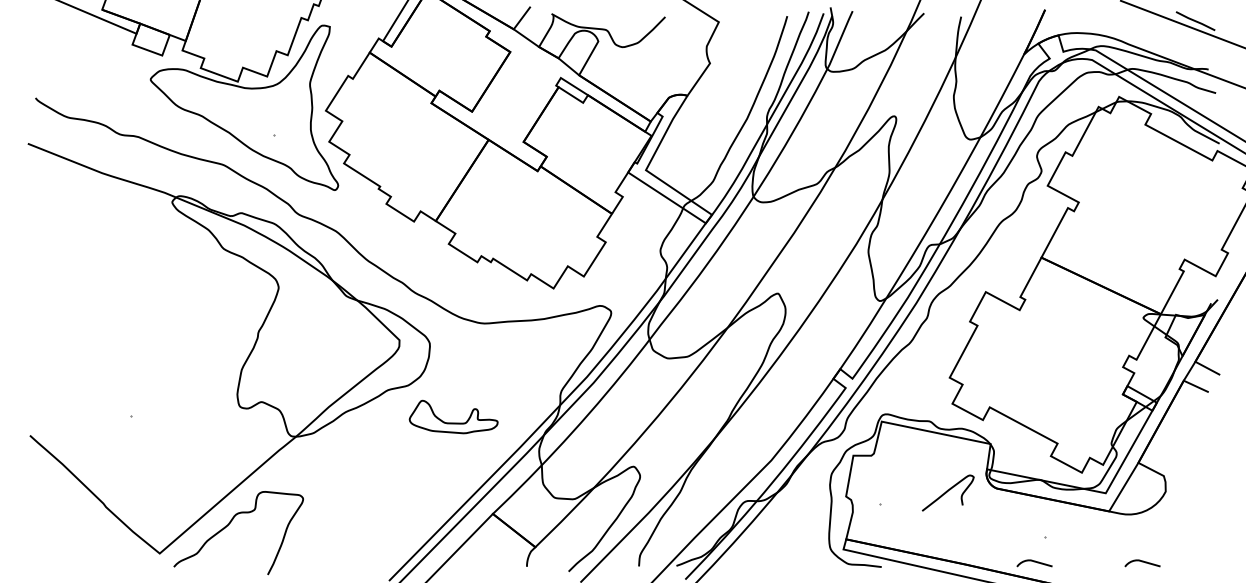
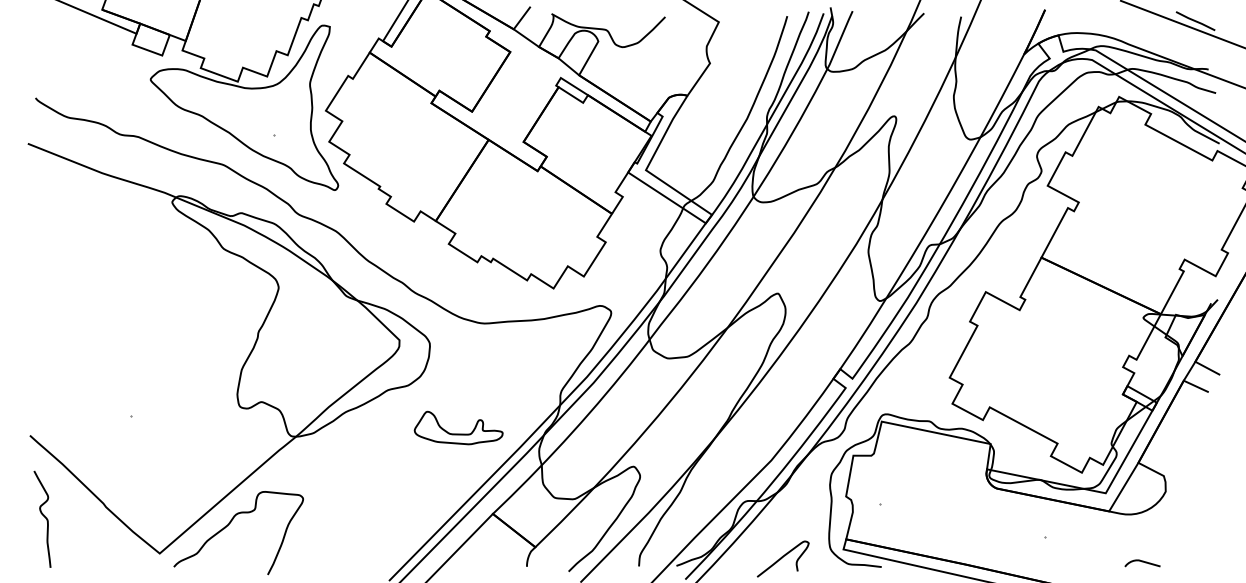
part at (453, 416) position: (453, 416) -> (458, 427)
curve at (947, 492) position: (947, 492) -> (782, 558)
curve at (43, 516): none -> present
curve at (1034, 562): present -> none
